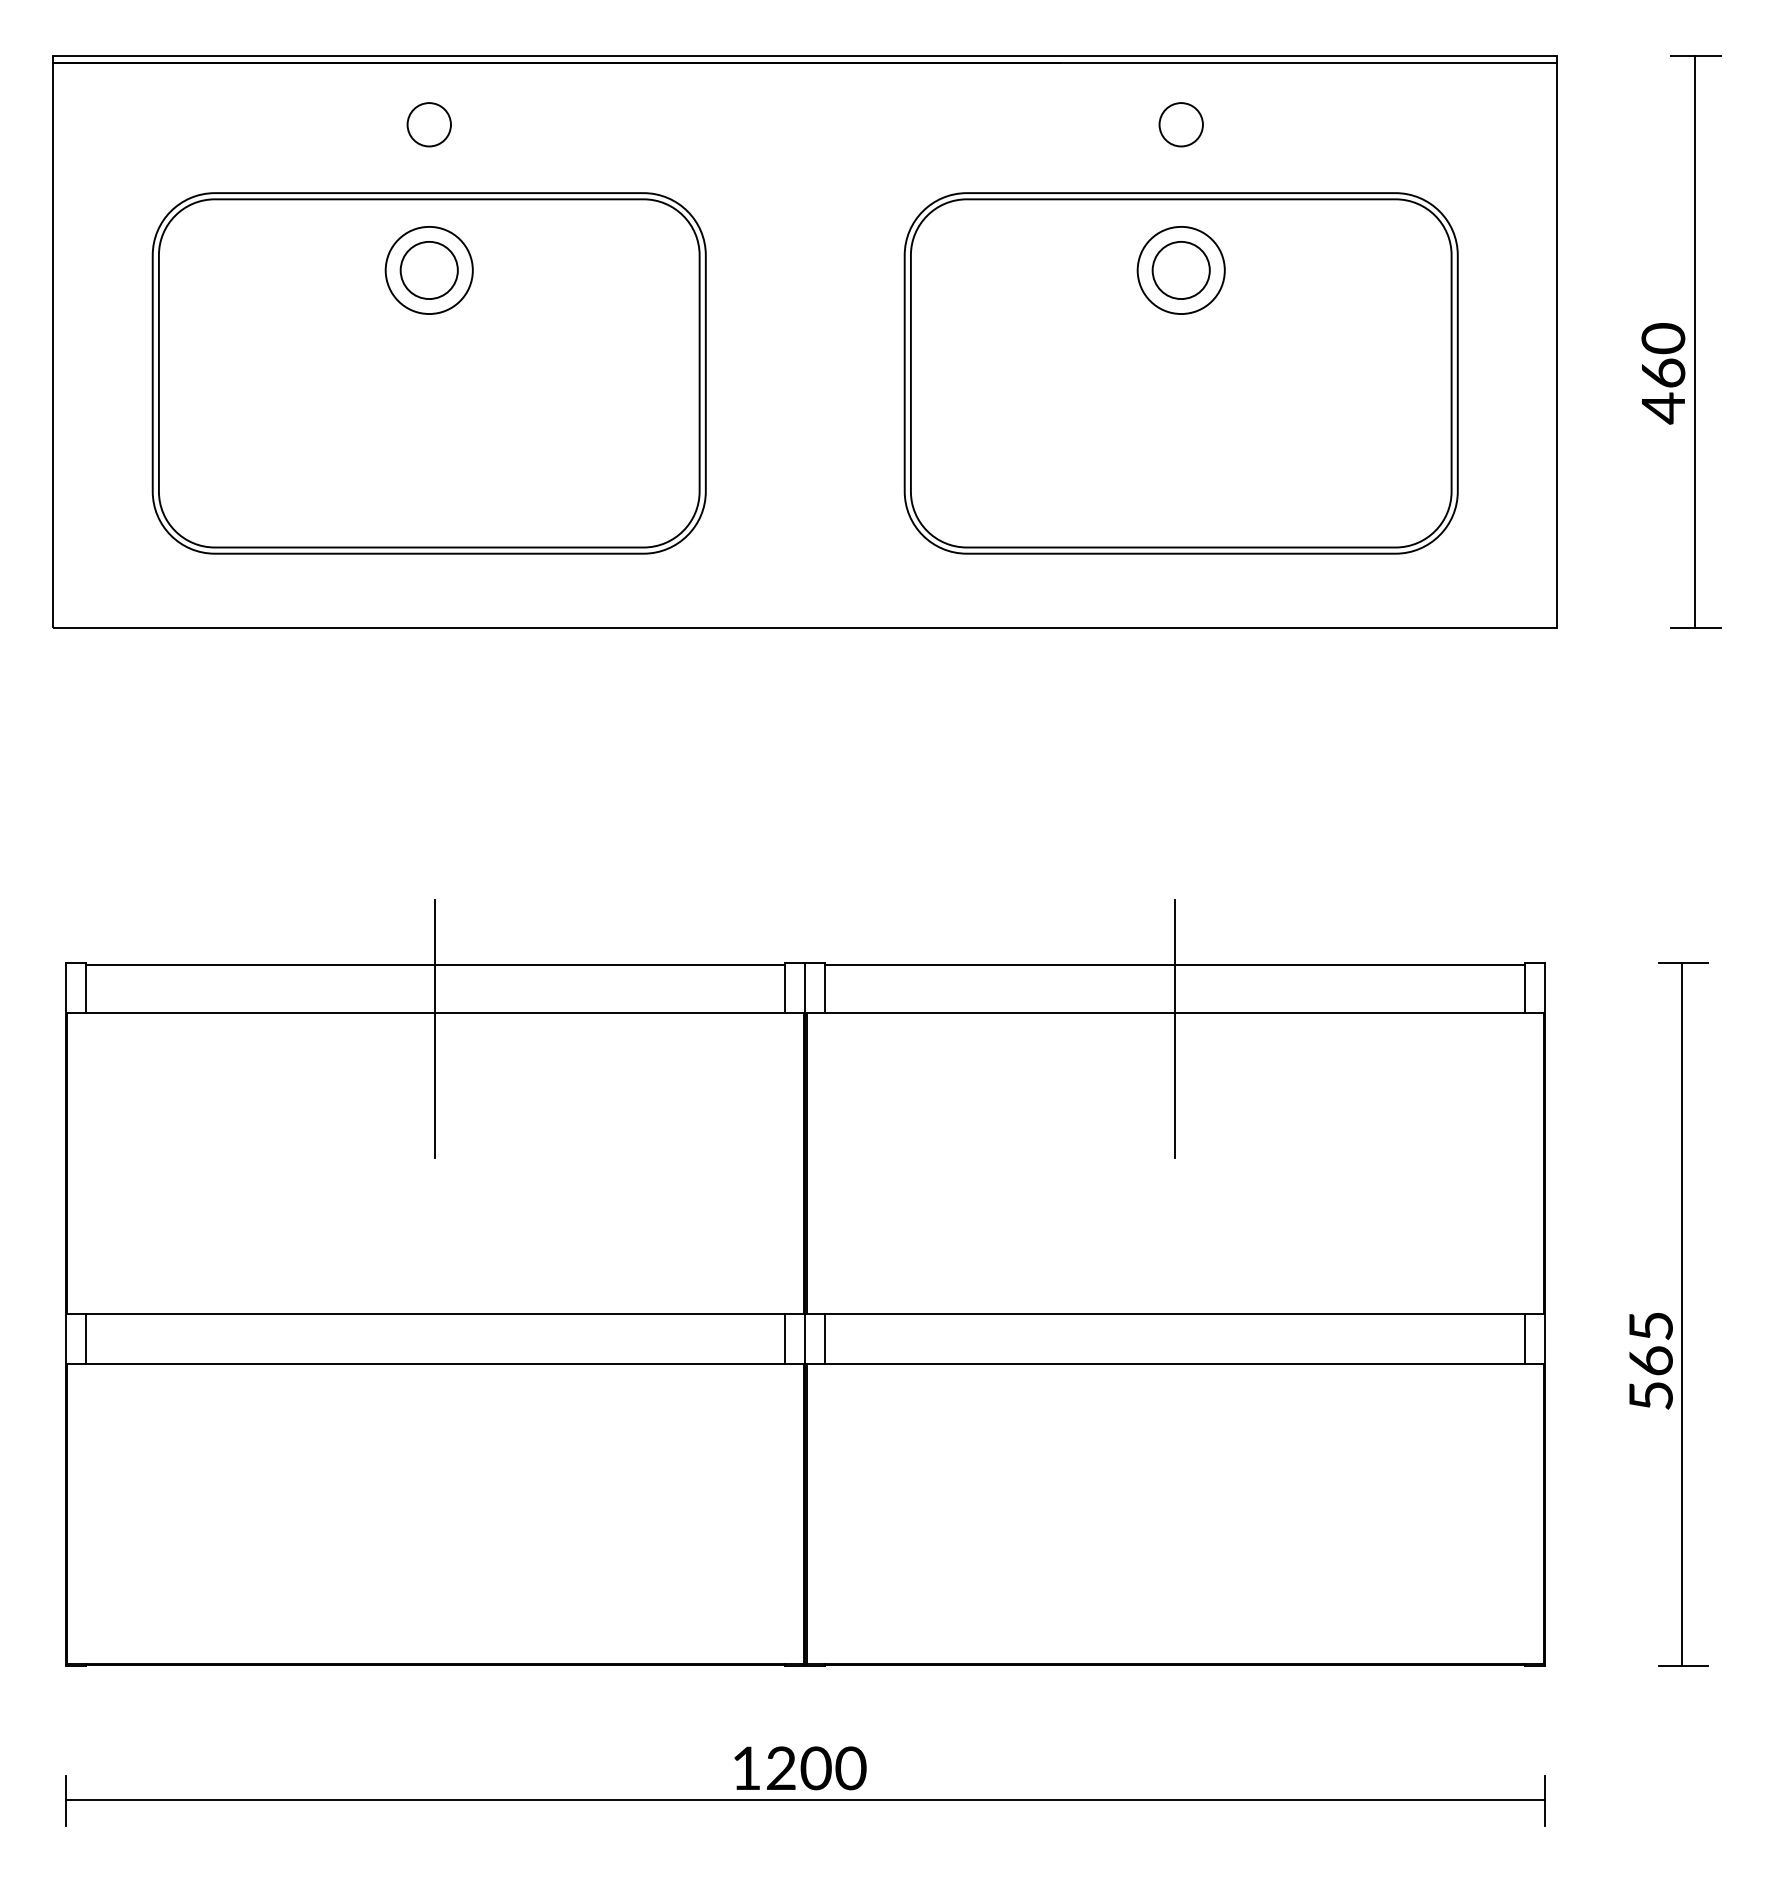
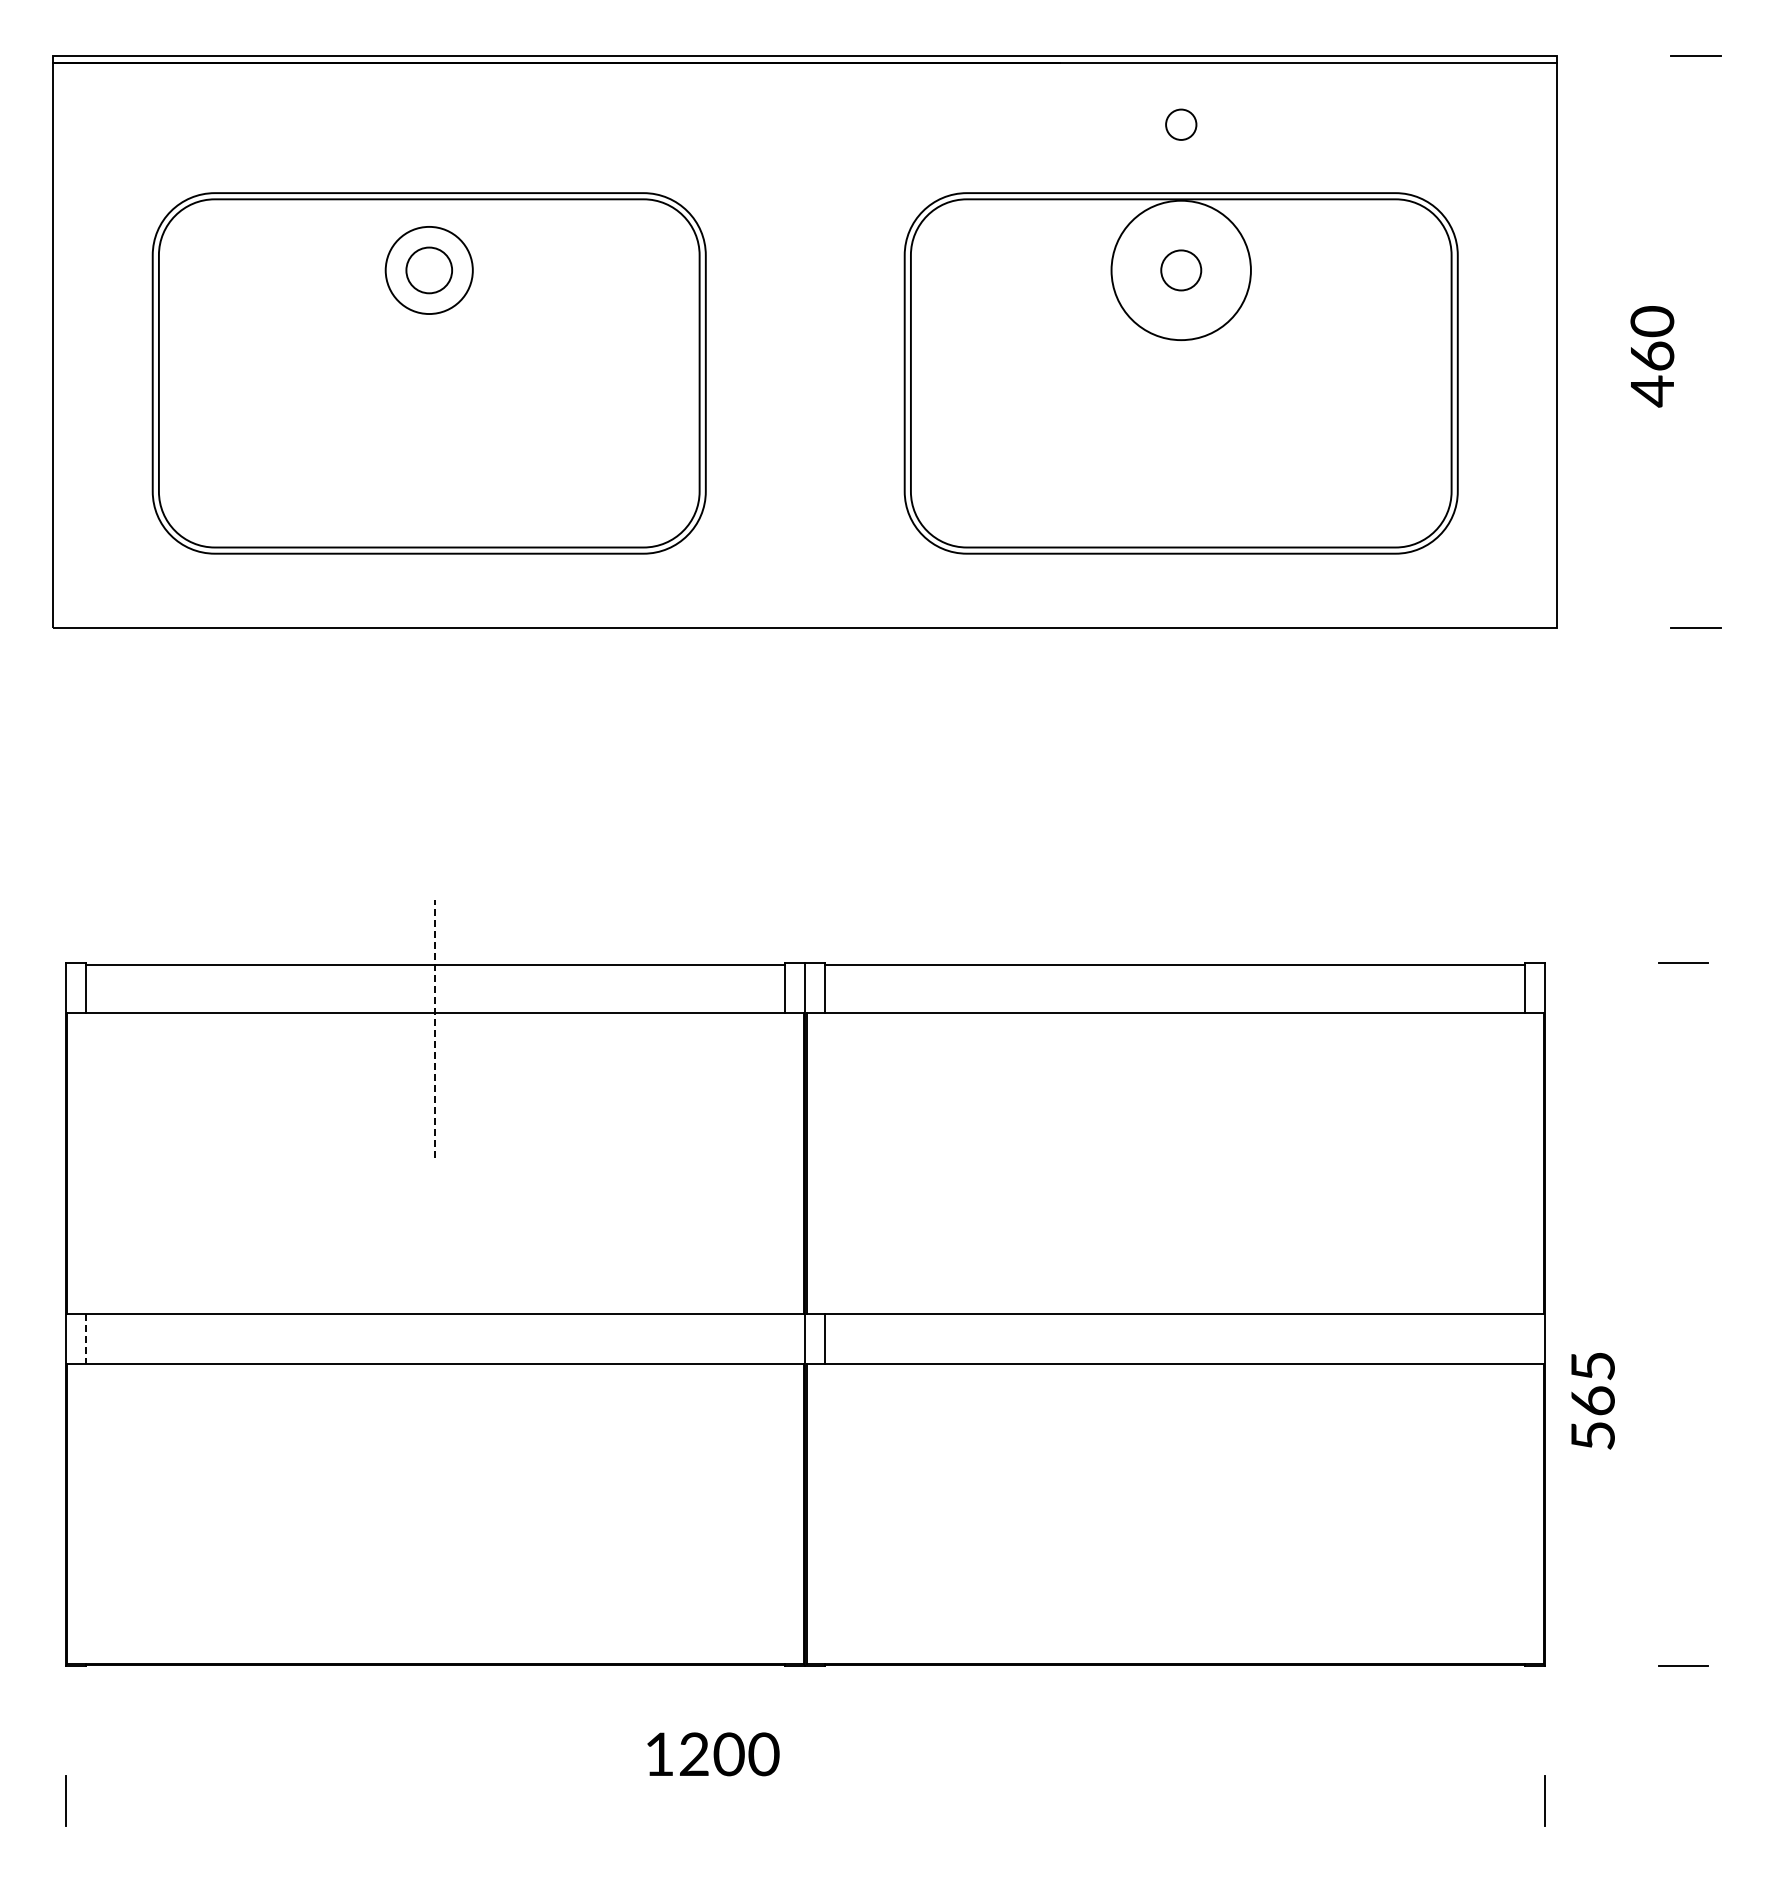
circle at (428, 124): present -> none
circle at (1180, 124) diameter: 43 px -> 30 px
circle at (428, 270) diameter: 57 px -> 46 px
circle at (1180, 270) diameter: 57 px -> 40 px
circle at (1180, 270) diameter: 87 px -> 139 px
line at (1694, 342): present -> none
text at (1663, 373) position: (1663, 373) -> (1652, 356)
line at (435, 1028): solid -> dashed
line at (1175, 1028): present -> none
line at (1682, 1314): present -> none
line at (85, 1338): solid -> dashed
line at (785, 1338): present -> none
line at (1524, 1338): present -> none
text at (1650, 1361) position: (1650, 1361) -> (1592, 1401)
text at (800, 1768) position: (800, 1768) -> (713, 1754)
line at (804, 1799): present -> none
